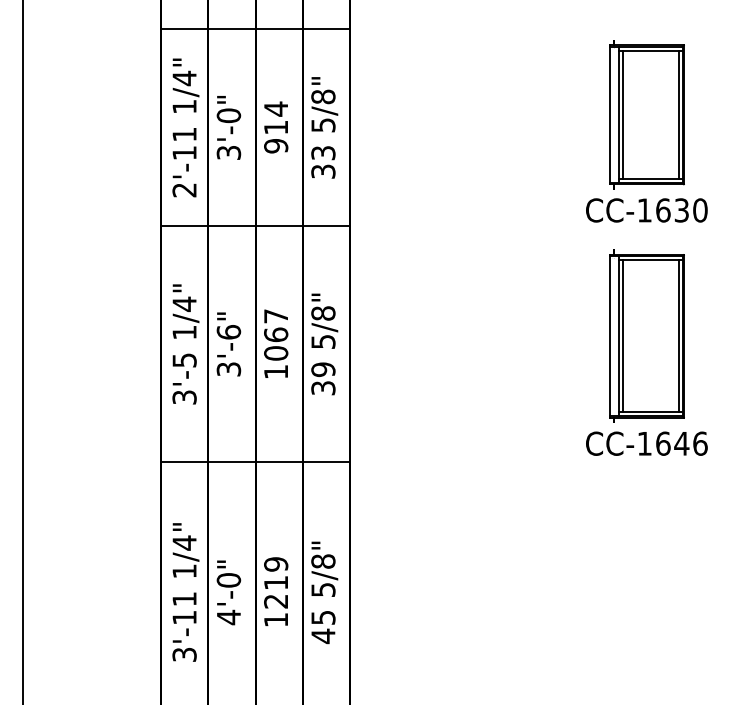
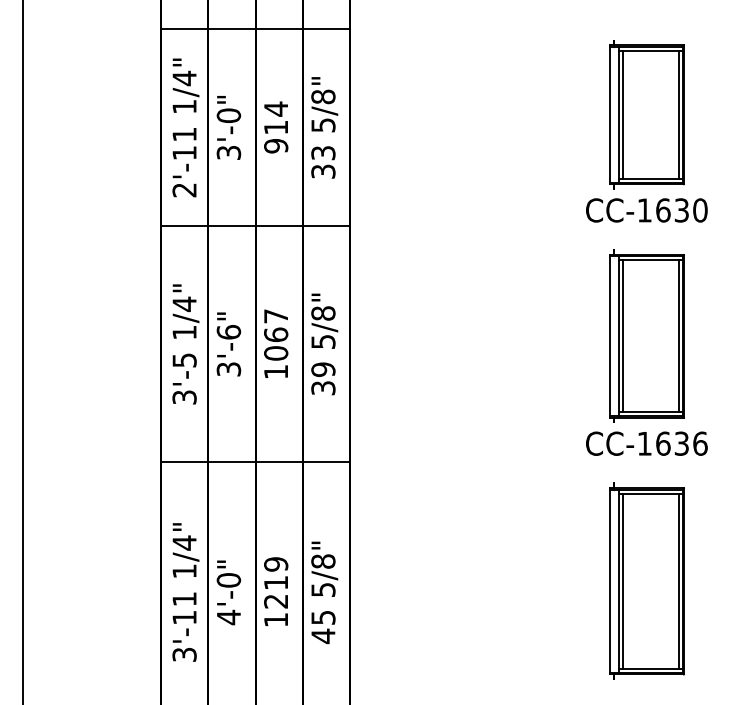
text at (681, 443): CC-1646 -> CC-1636
part at (646, 580): none -> present
